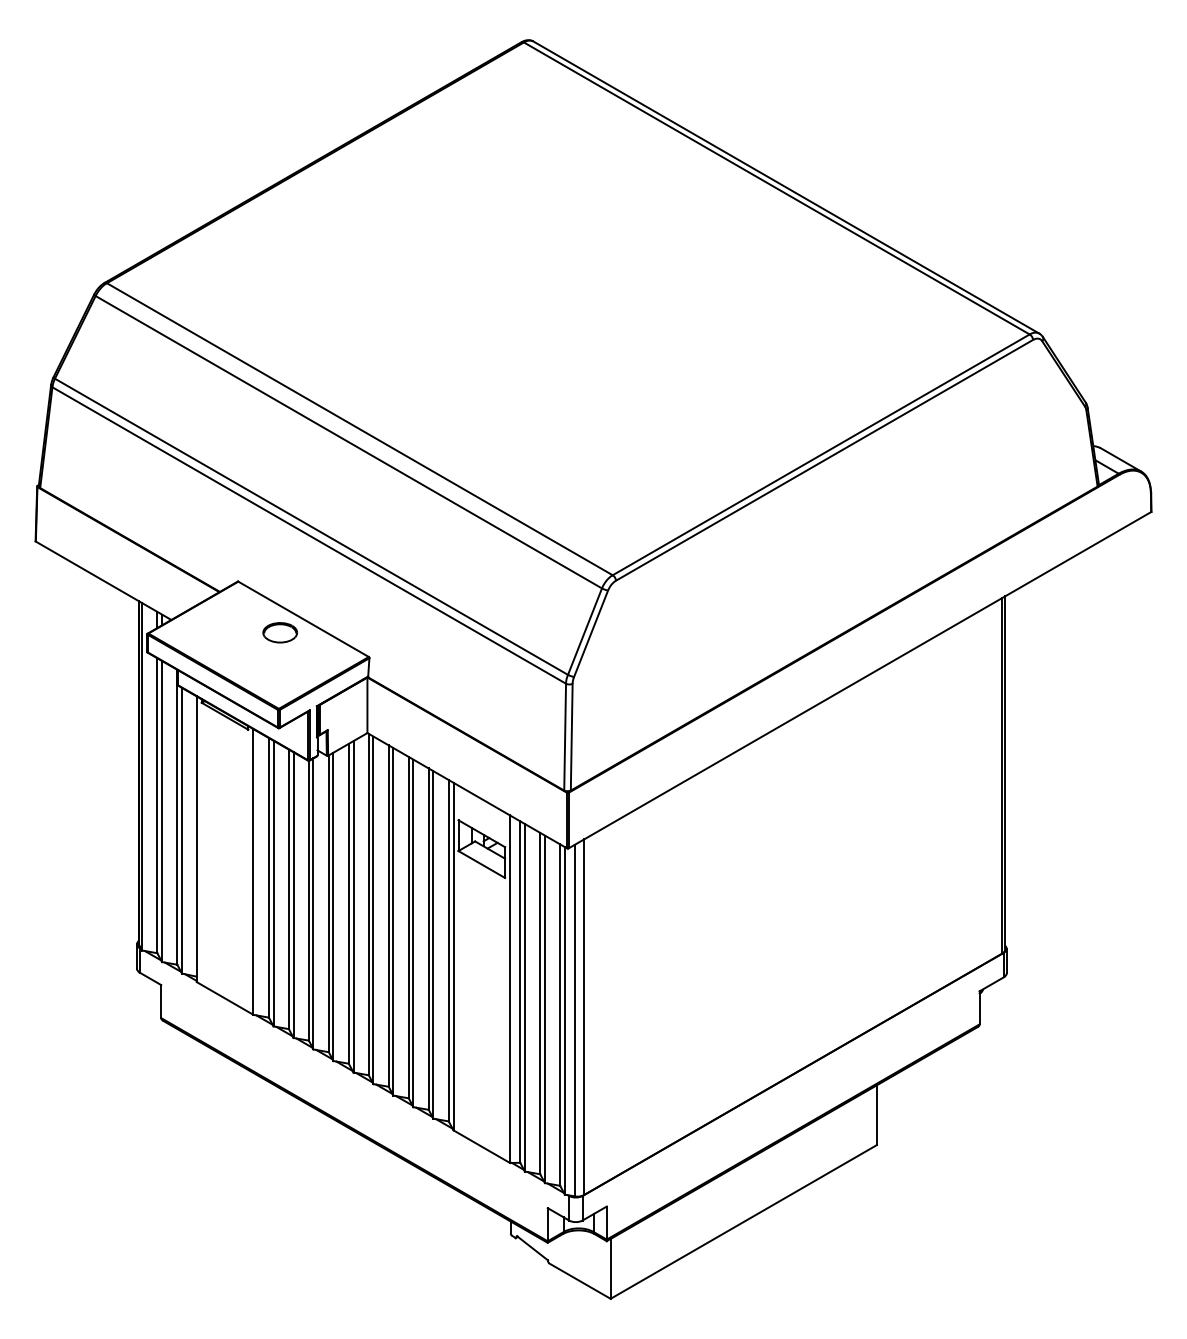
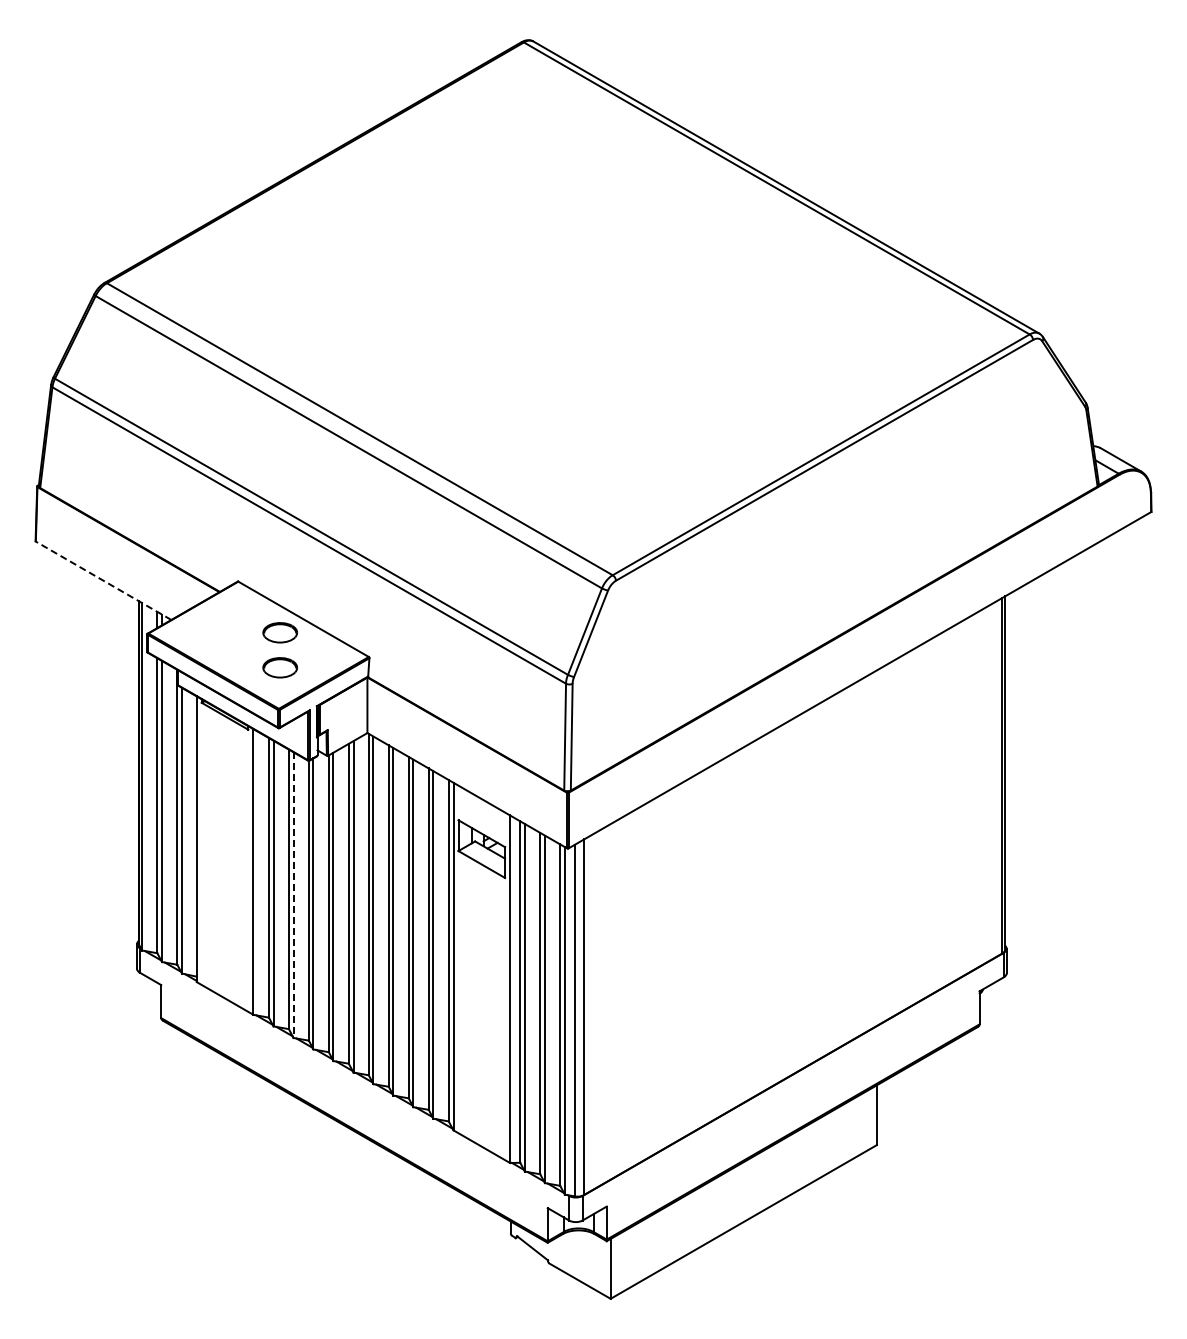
line at (103, 580): solid -> dashed
part at (280, 667): none -> present
line at (293, 895): solid -> dashed
